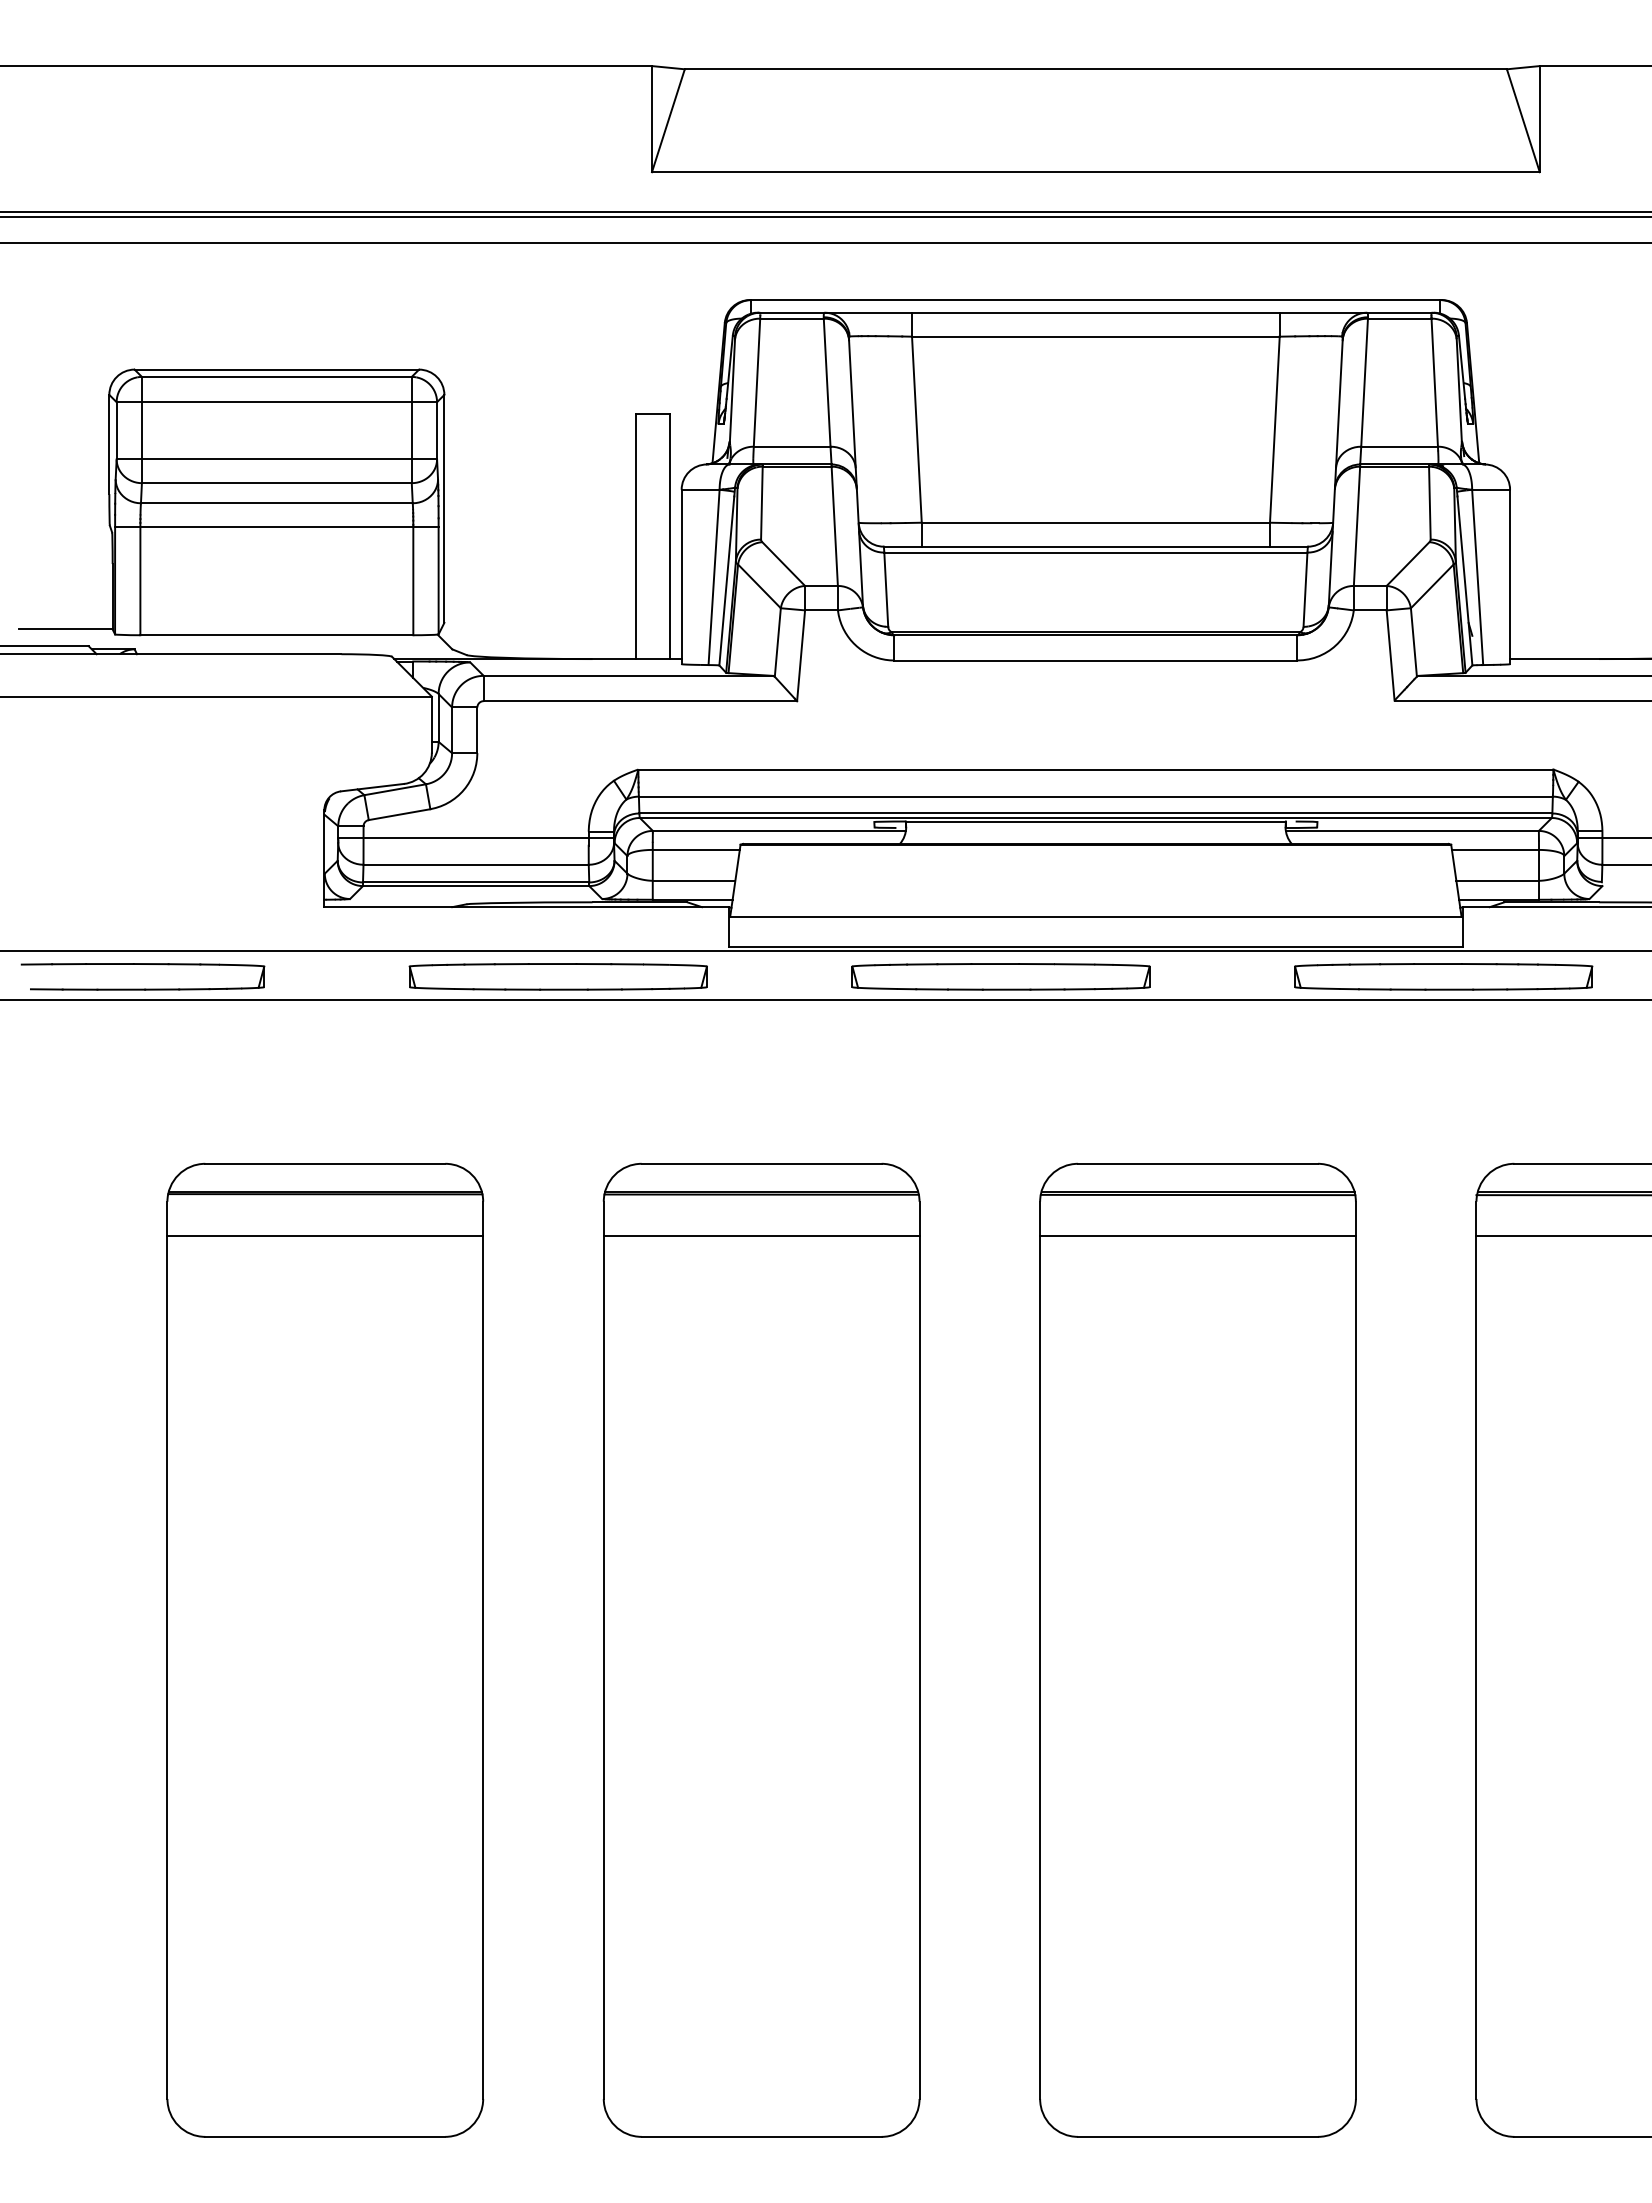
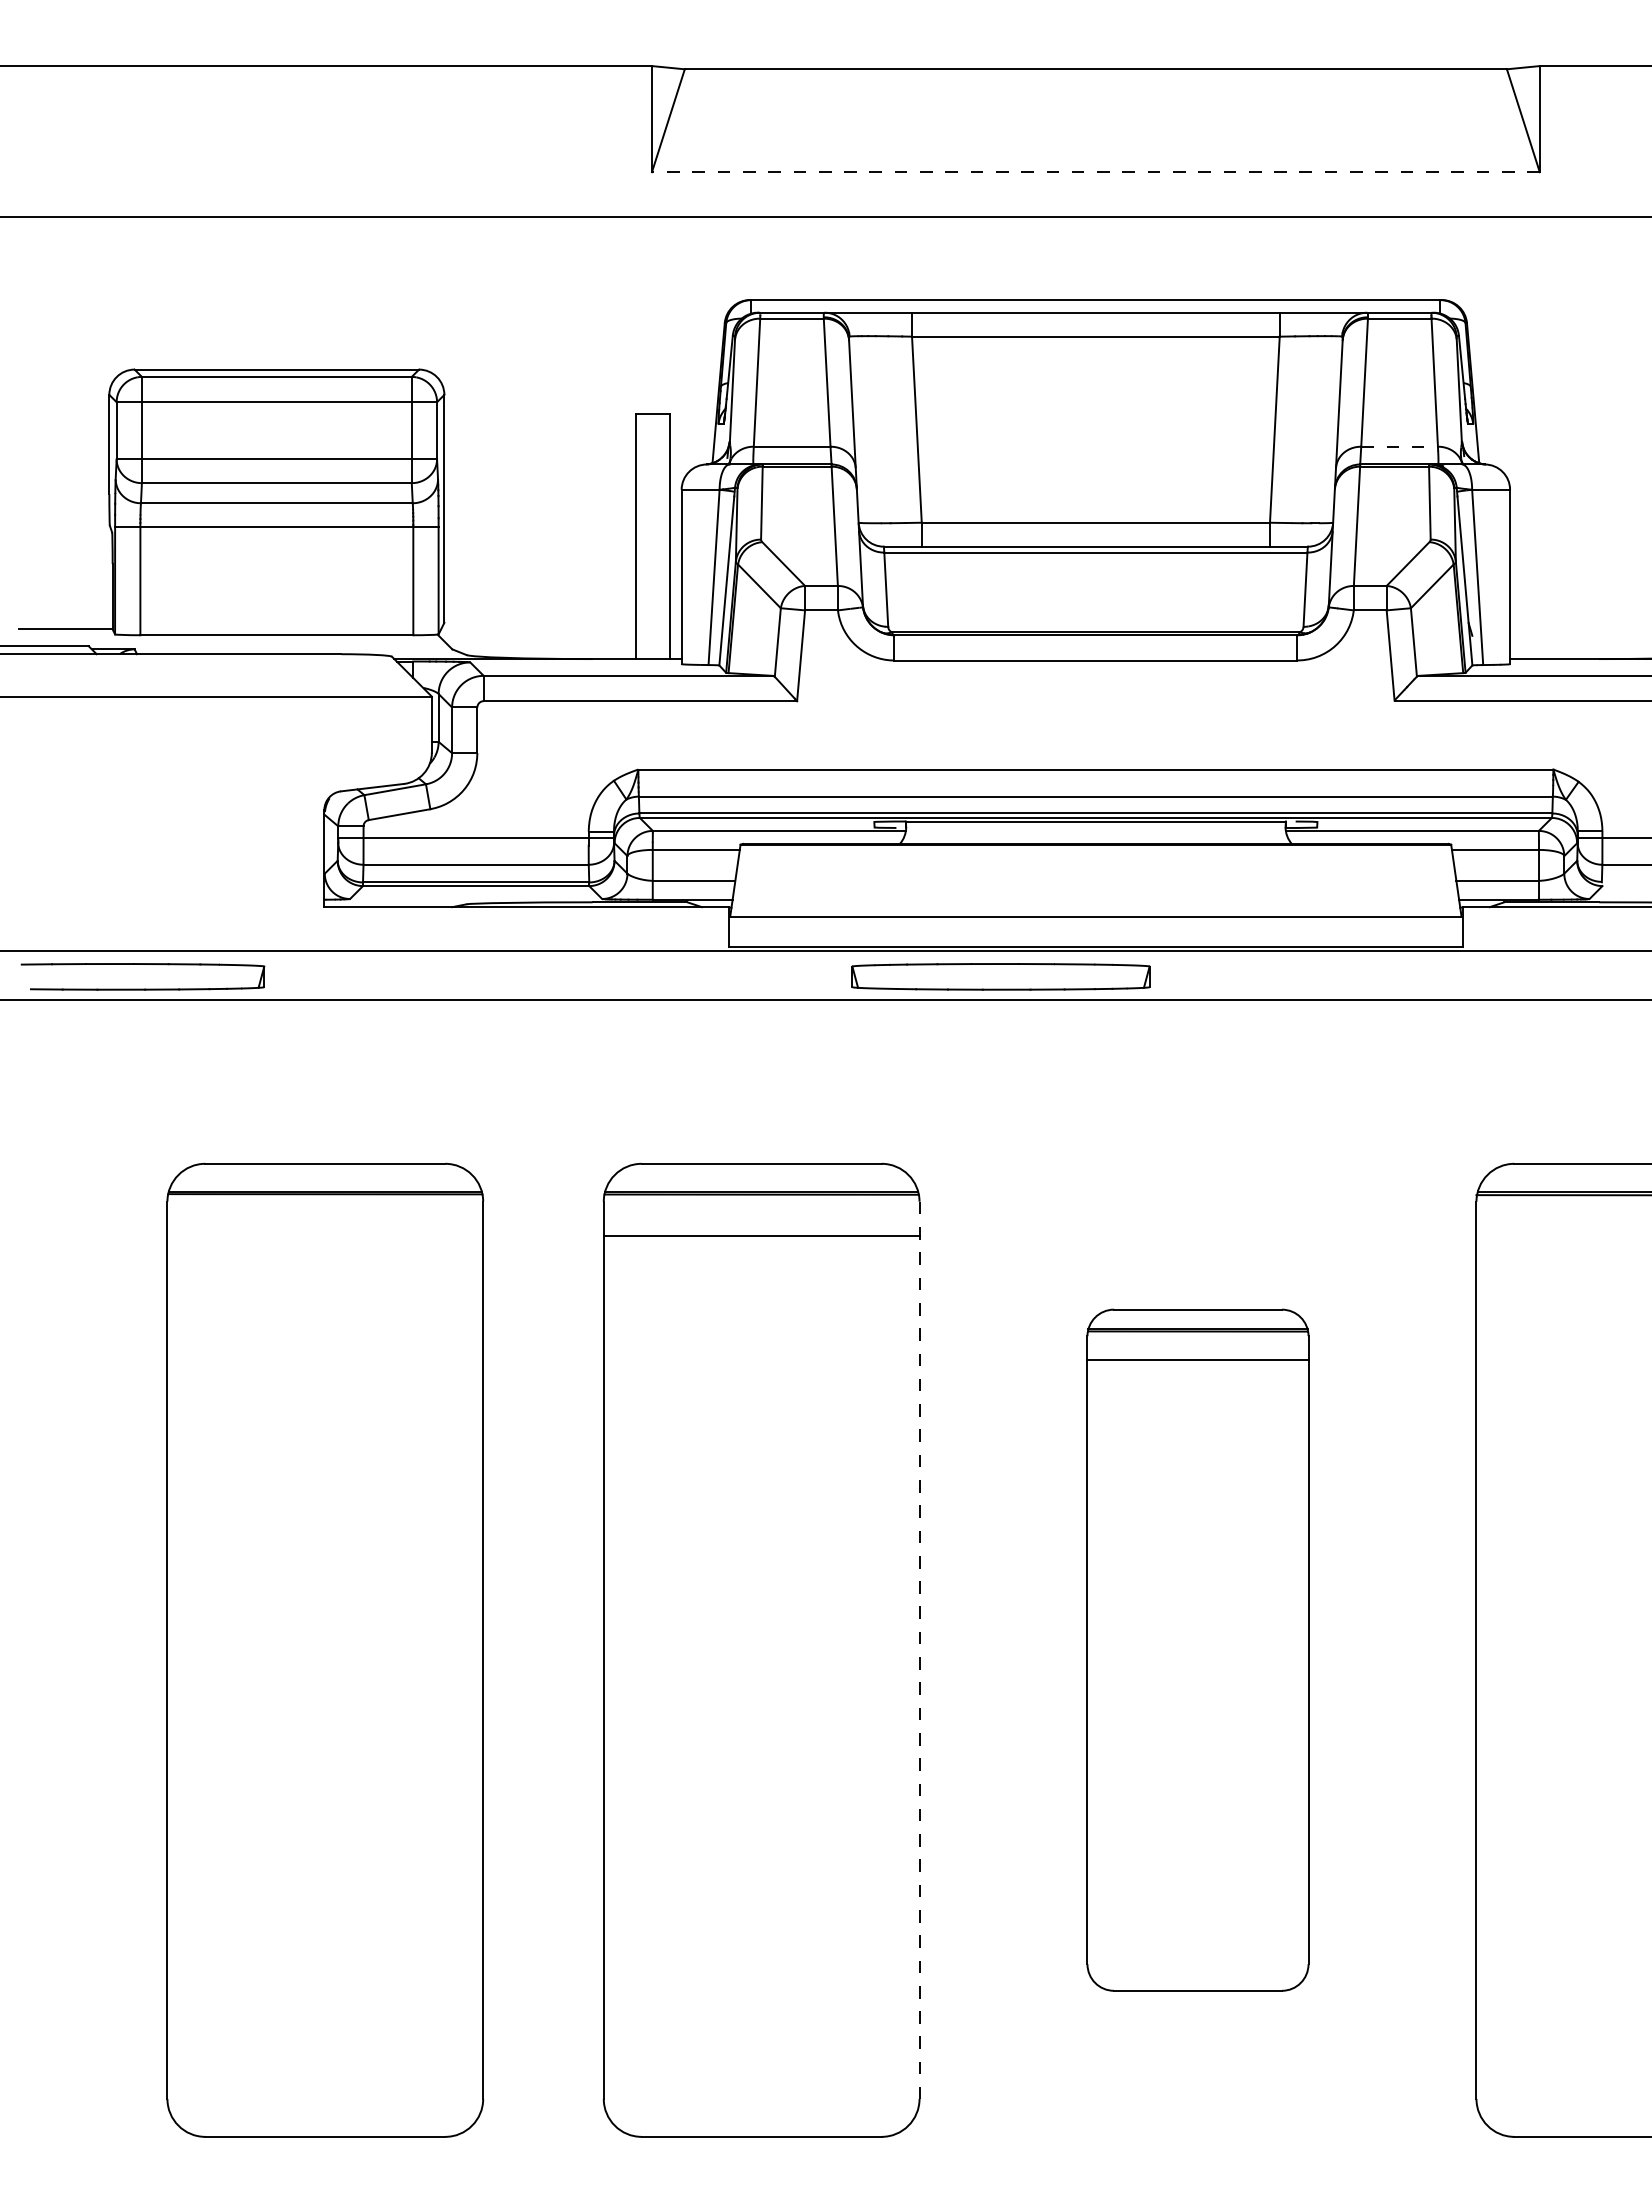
line at (1095, 172): solid -> dashed
line at (825, 212): present -> none
line at (825, 242): present -> none
line at (1400, 446): solid -> dashed
part at (557, 976): present -> none
part at (1443, 976): present -> none
line at (325, 1236): present -> none
line at (1562, 1236): present -> none
part at (1197, 1649) size: 318x976 px -> 224x684 px
line at (919, 1650): solid -> dashed
